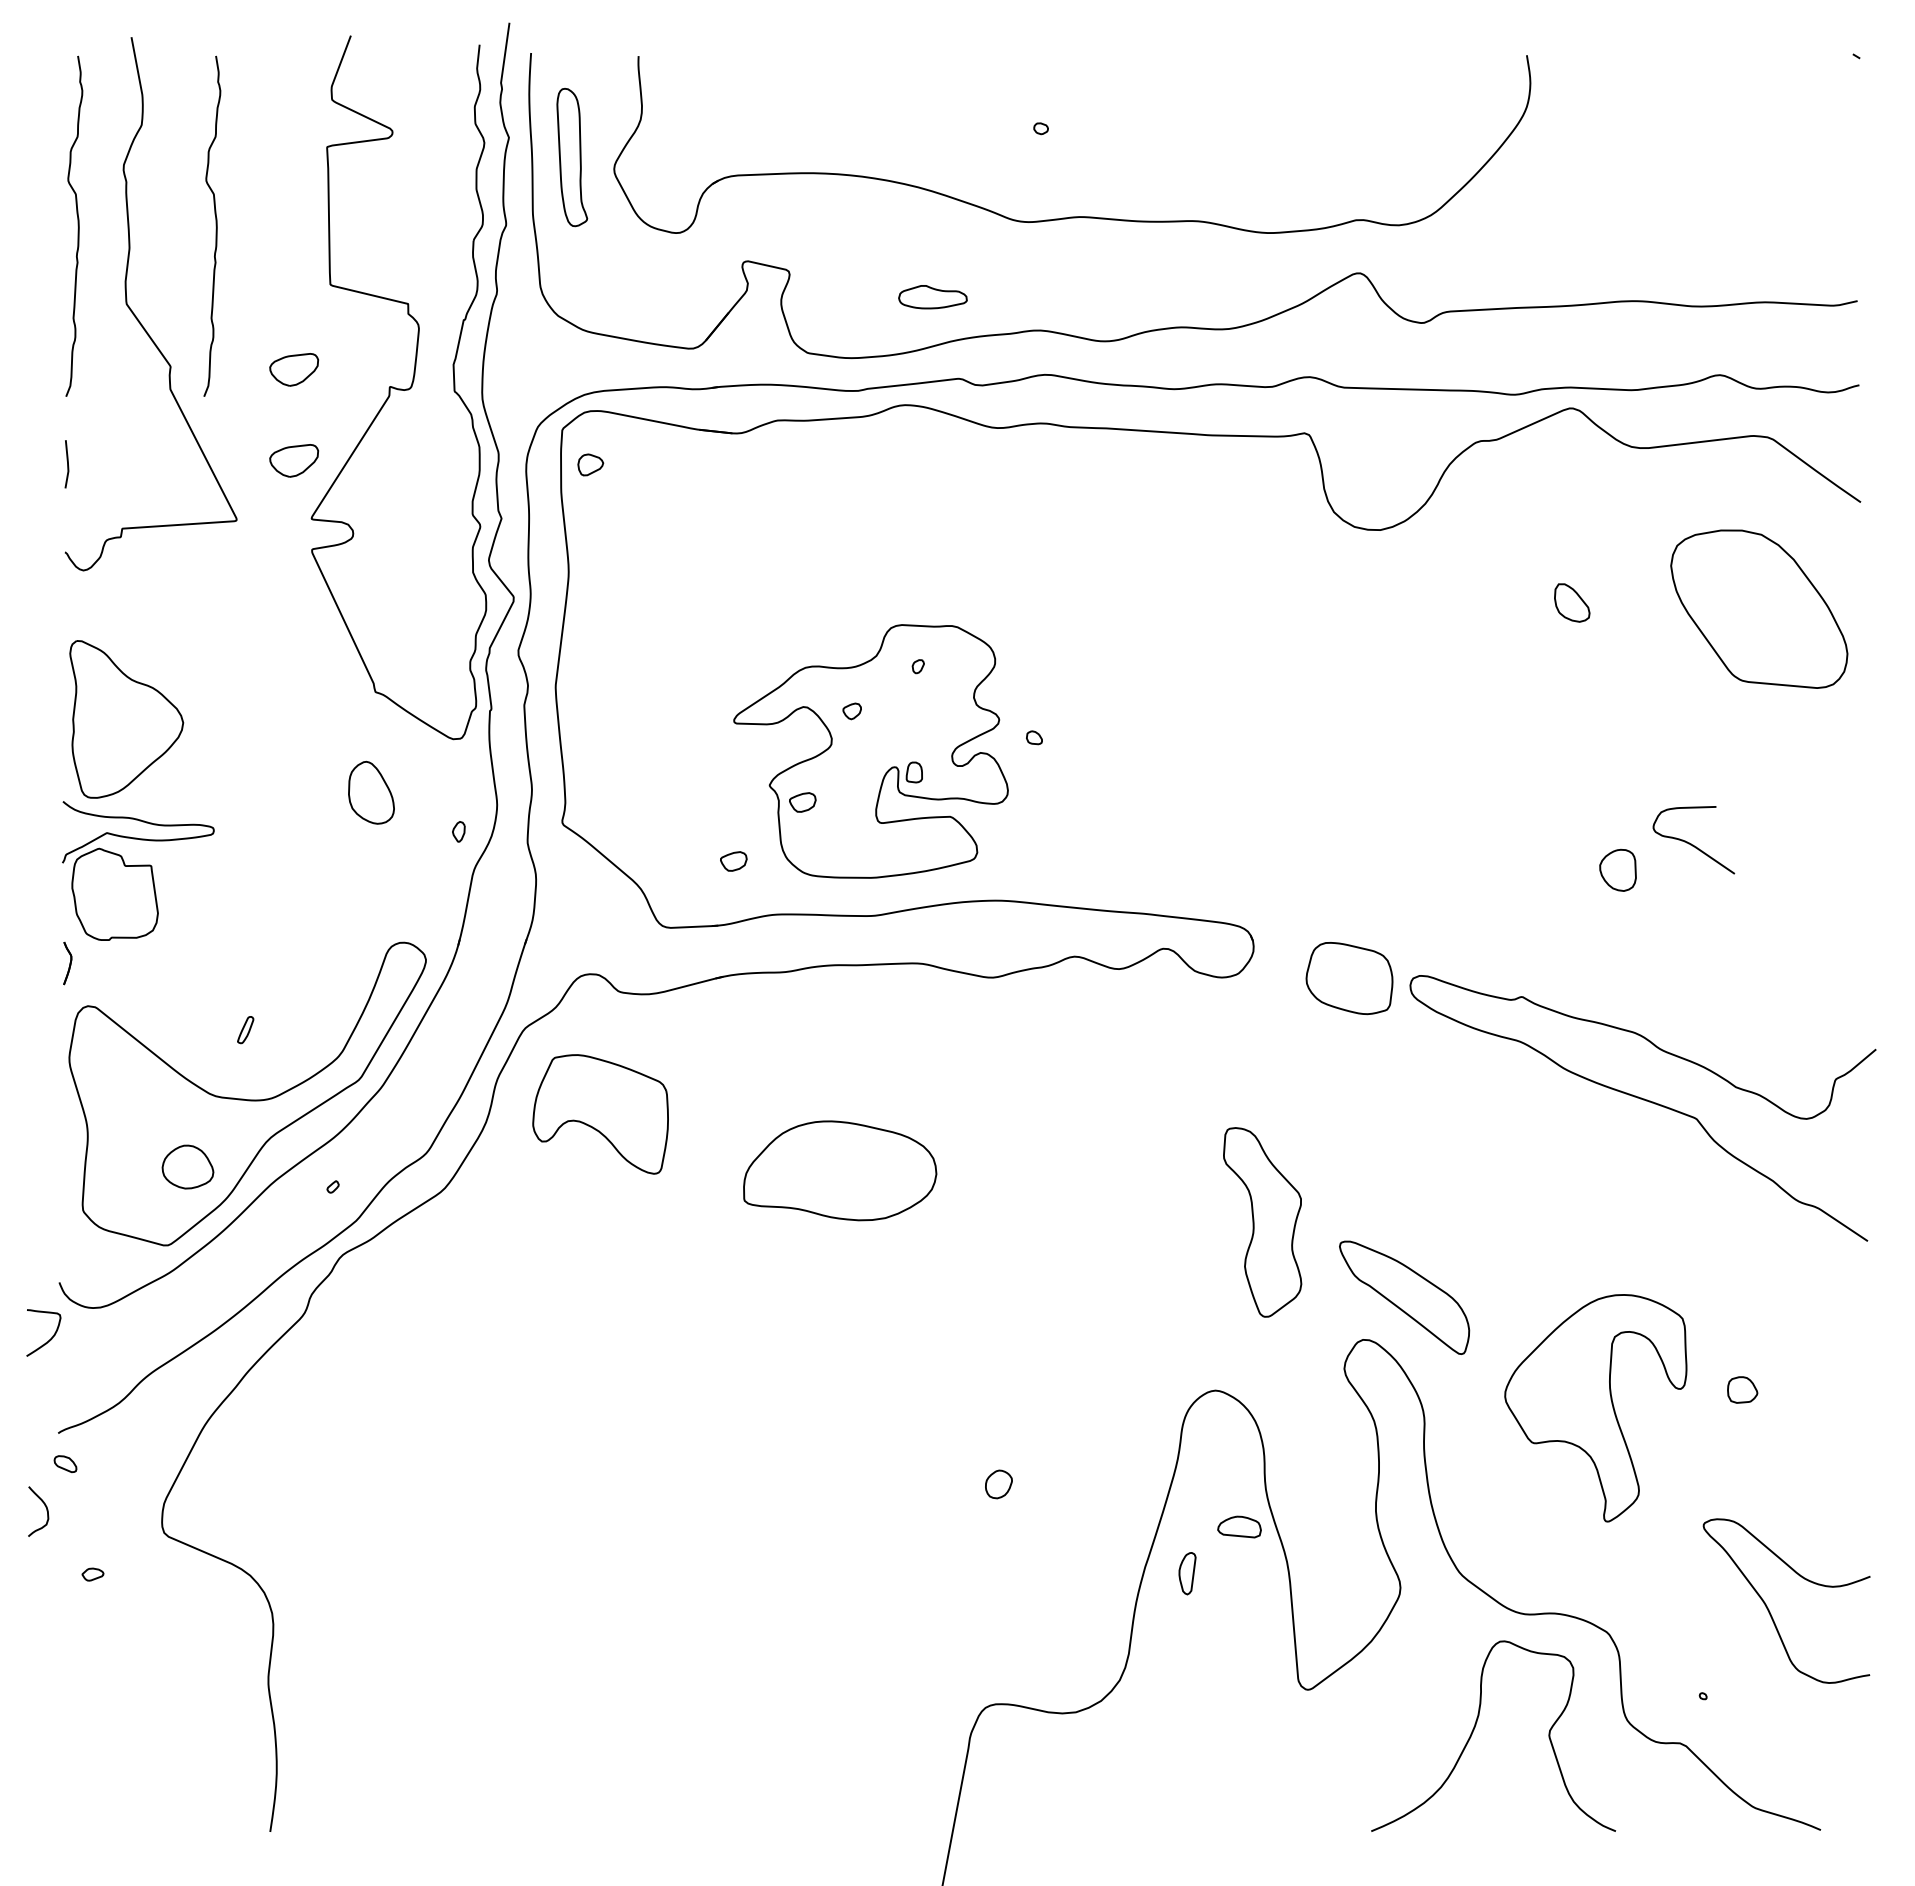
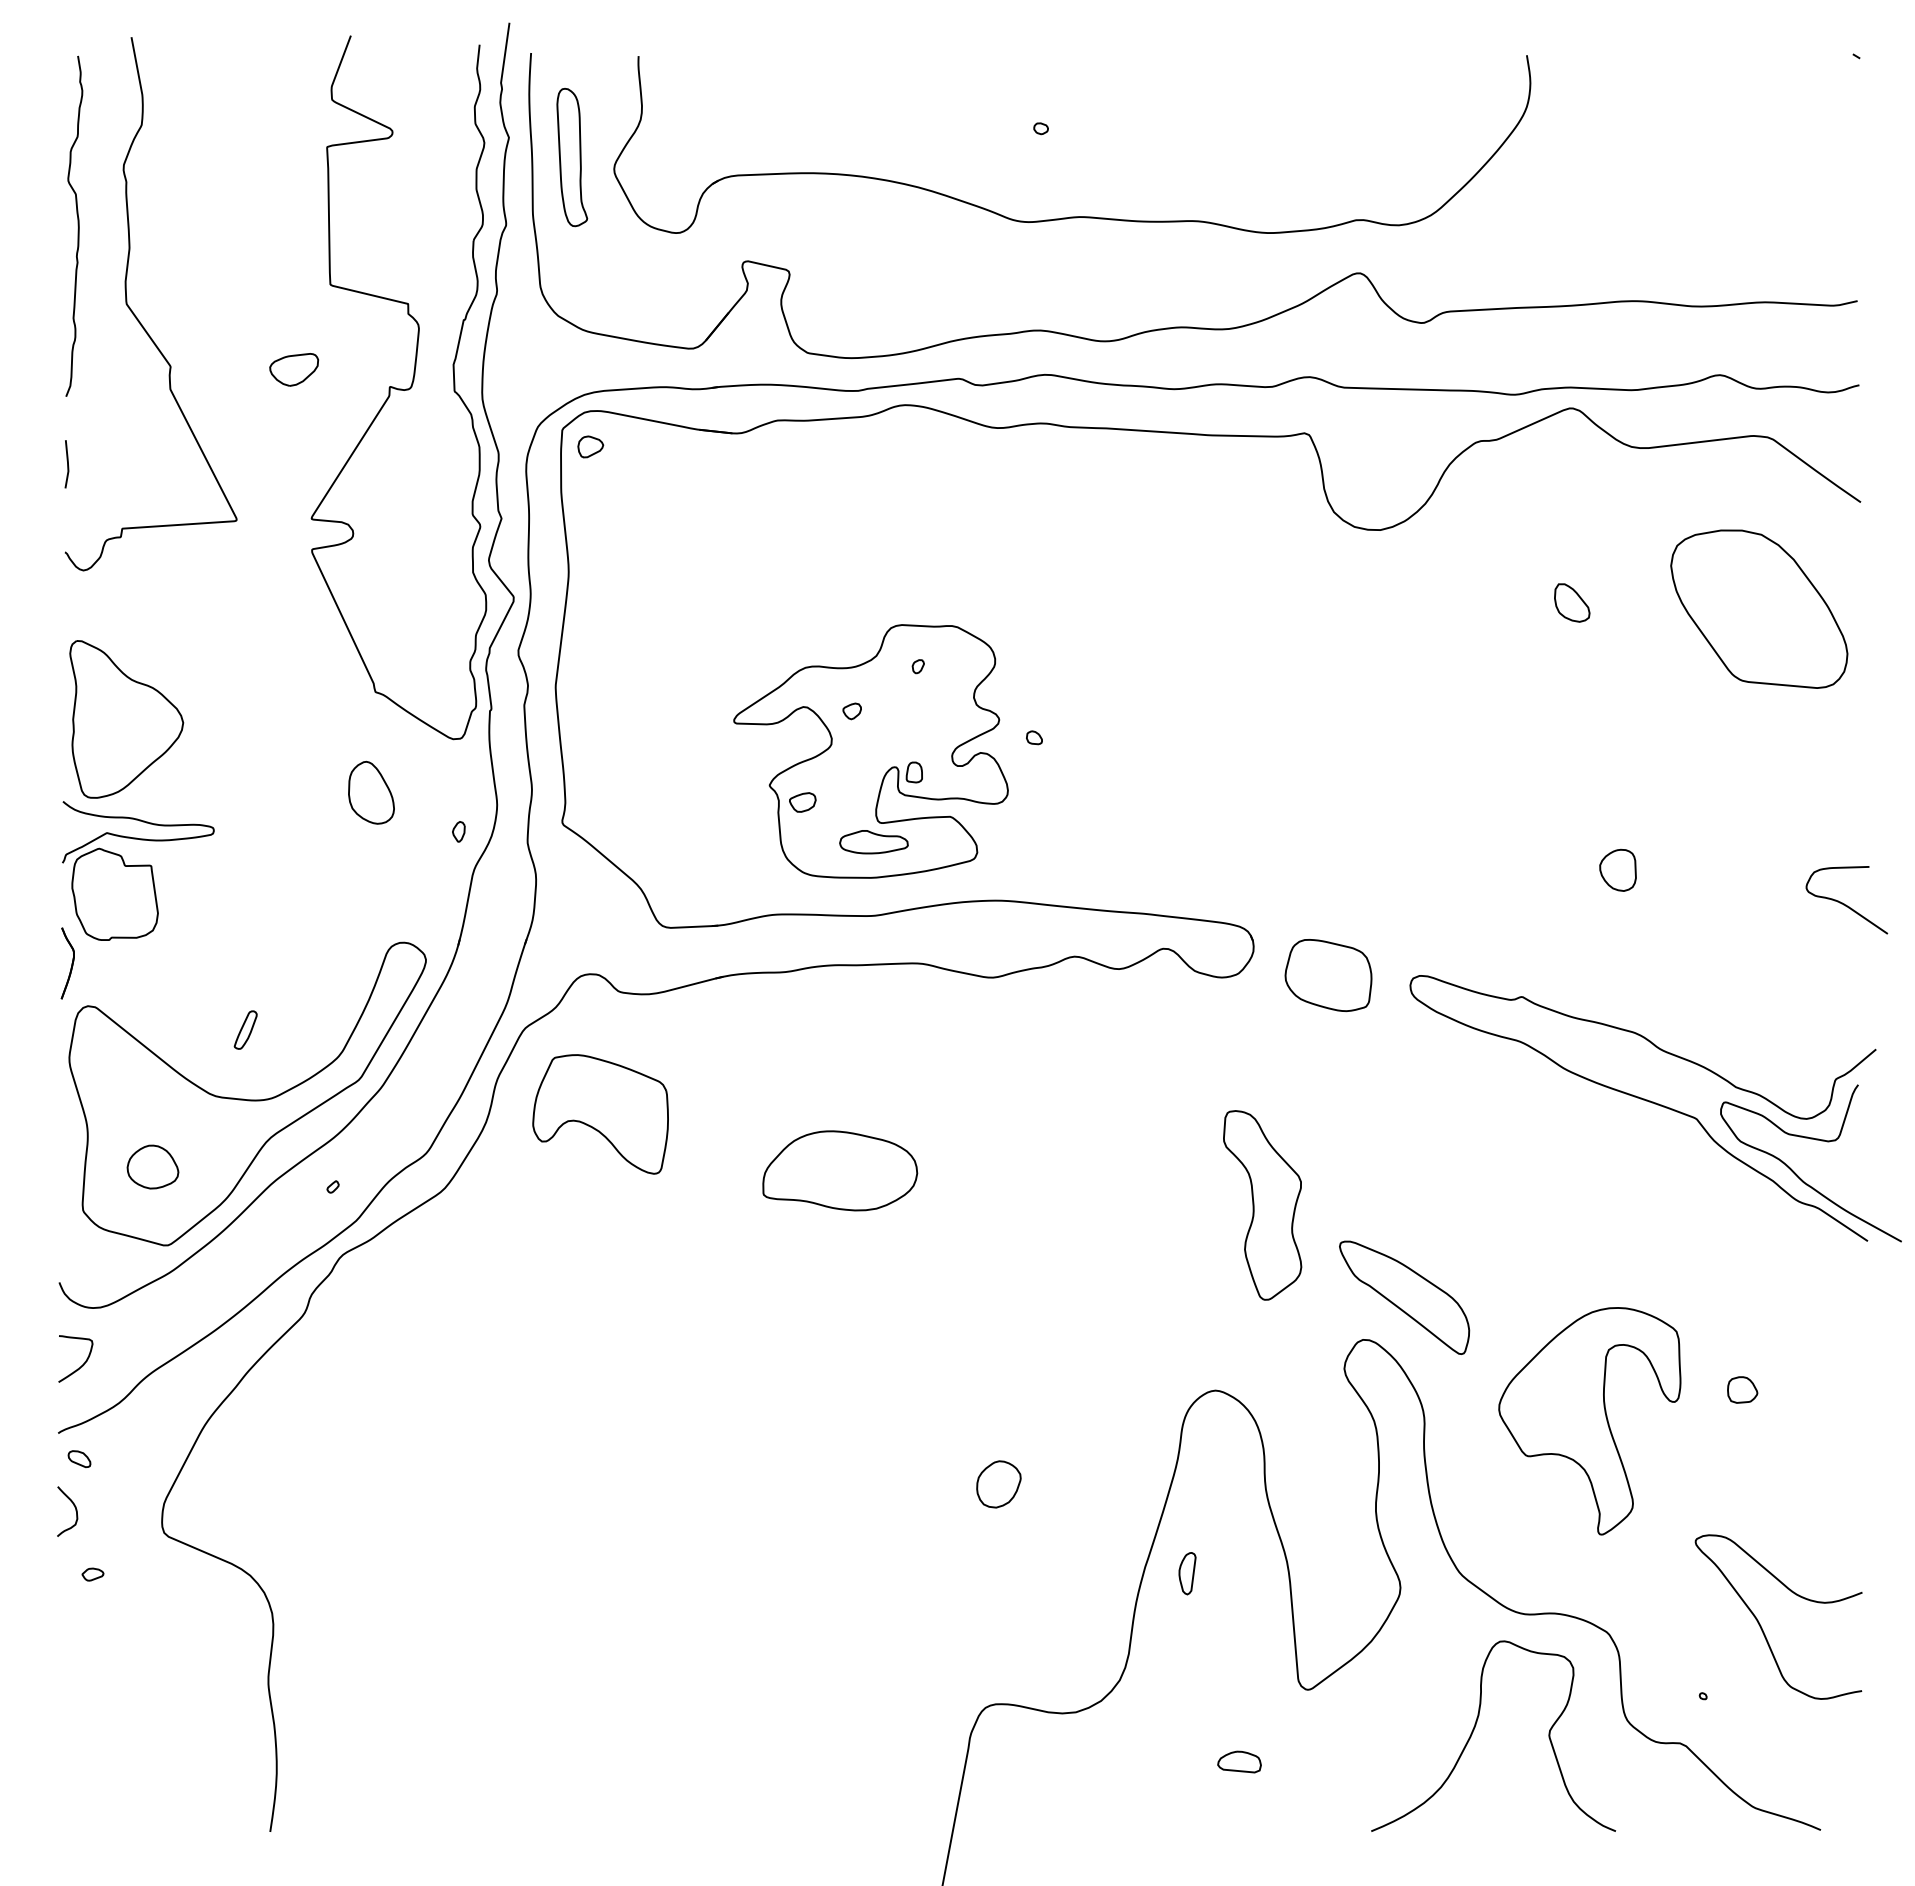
curve at (215, 225): present -> none
part at (932, 297) position: (932, 297) -> (873, 842)
part at (294, 460): present -> none
part at (590, 464) position: (590, 464) -> (590, 446)
curve at (1691, 843) position: (1691, 843) -> (1844, 903)
part at (733, 861): present -> none
part at (67, 963) size: 10x45 px -> 15x73 px
part at (1349, 978) position: (1349, 978) -> (1328, 975)
part at (245, 1030) size: 18x29 px -> 25x40 px
part at (187, 1166) position: (187, 1166) -> (152, 1166)
part at (840, 1170) size: 195x102 px -> 157x82 px
curve at (1798, 1175): none -> present
part at (1262, 1222) position: (1262, 1222) -> (1262, 1205)
curve at (50, 1338) position: (50, 1338) -> (82, 1364)
part at (1595, 1408) position: (1595, 1408) -> (1589, 1421)
part at (65, 1463) position: (65, 1463) -> (79, 1458)
part at (998, 1484) size: 28x31 px -> 46x49 px
curve at (46, 1511) position: (46, 1511) -> (75, 1511)
part at (1239, 1526) position: (1239, 1526) -> (1239, 1761)
curve at (1769, 1609) position: (1769, 1609) -> (1761, 1625)
